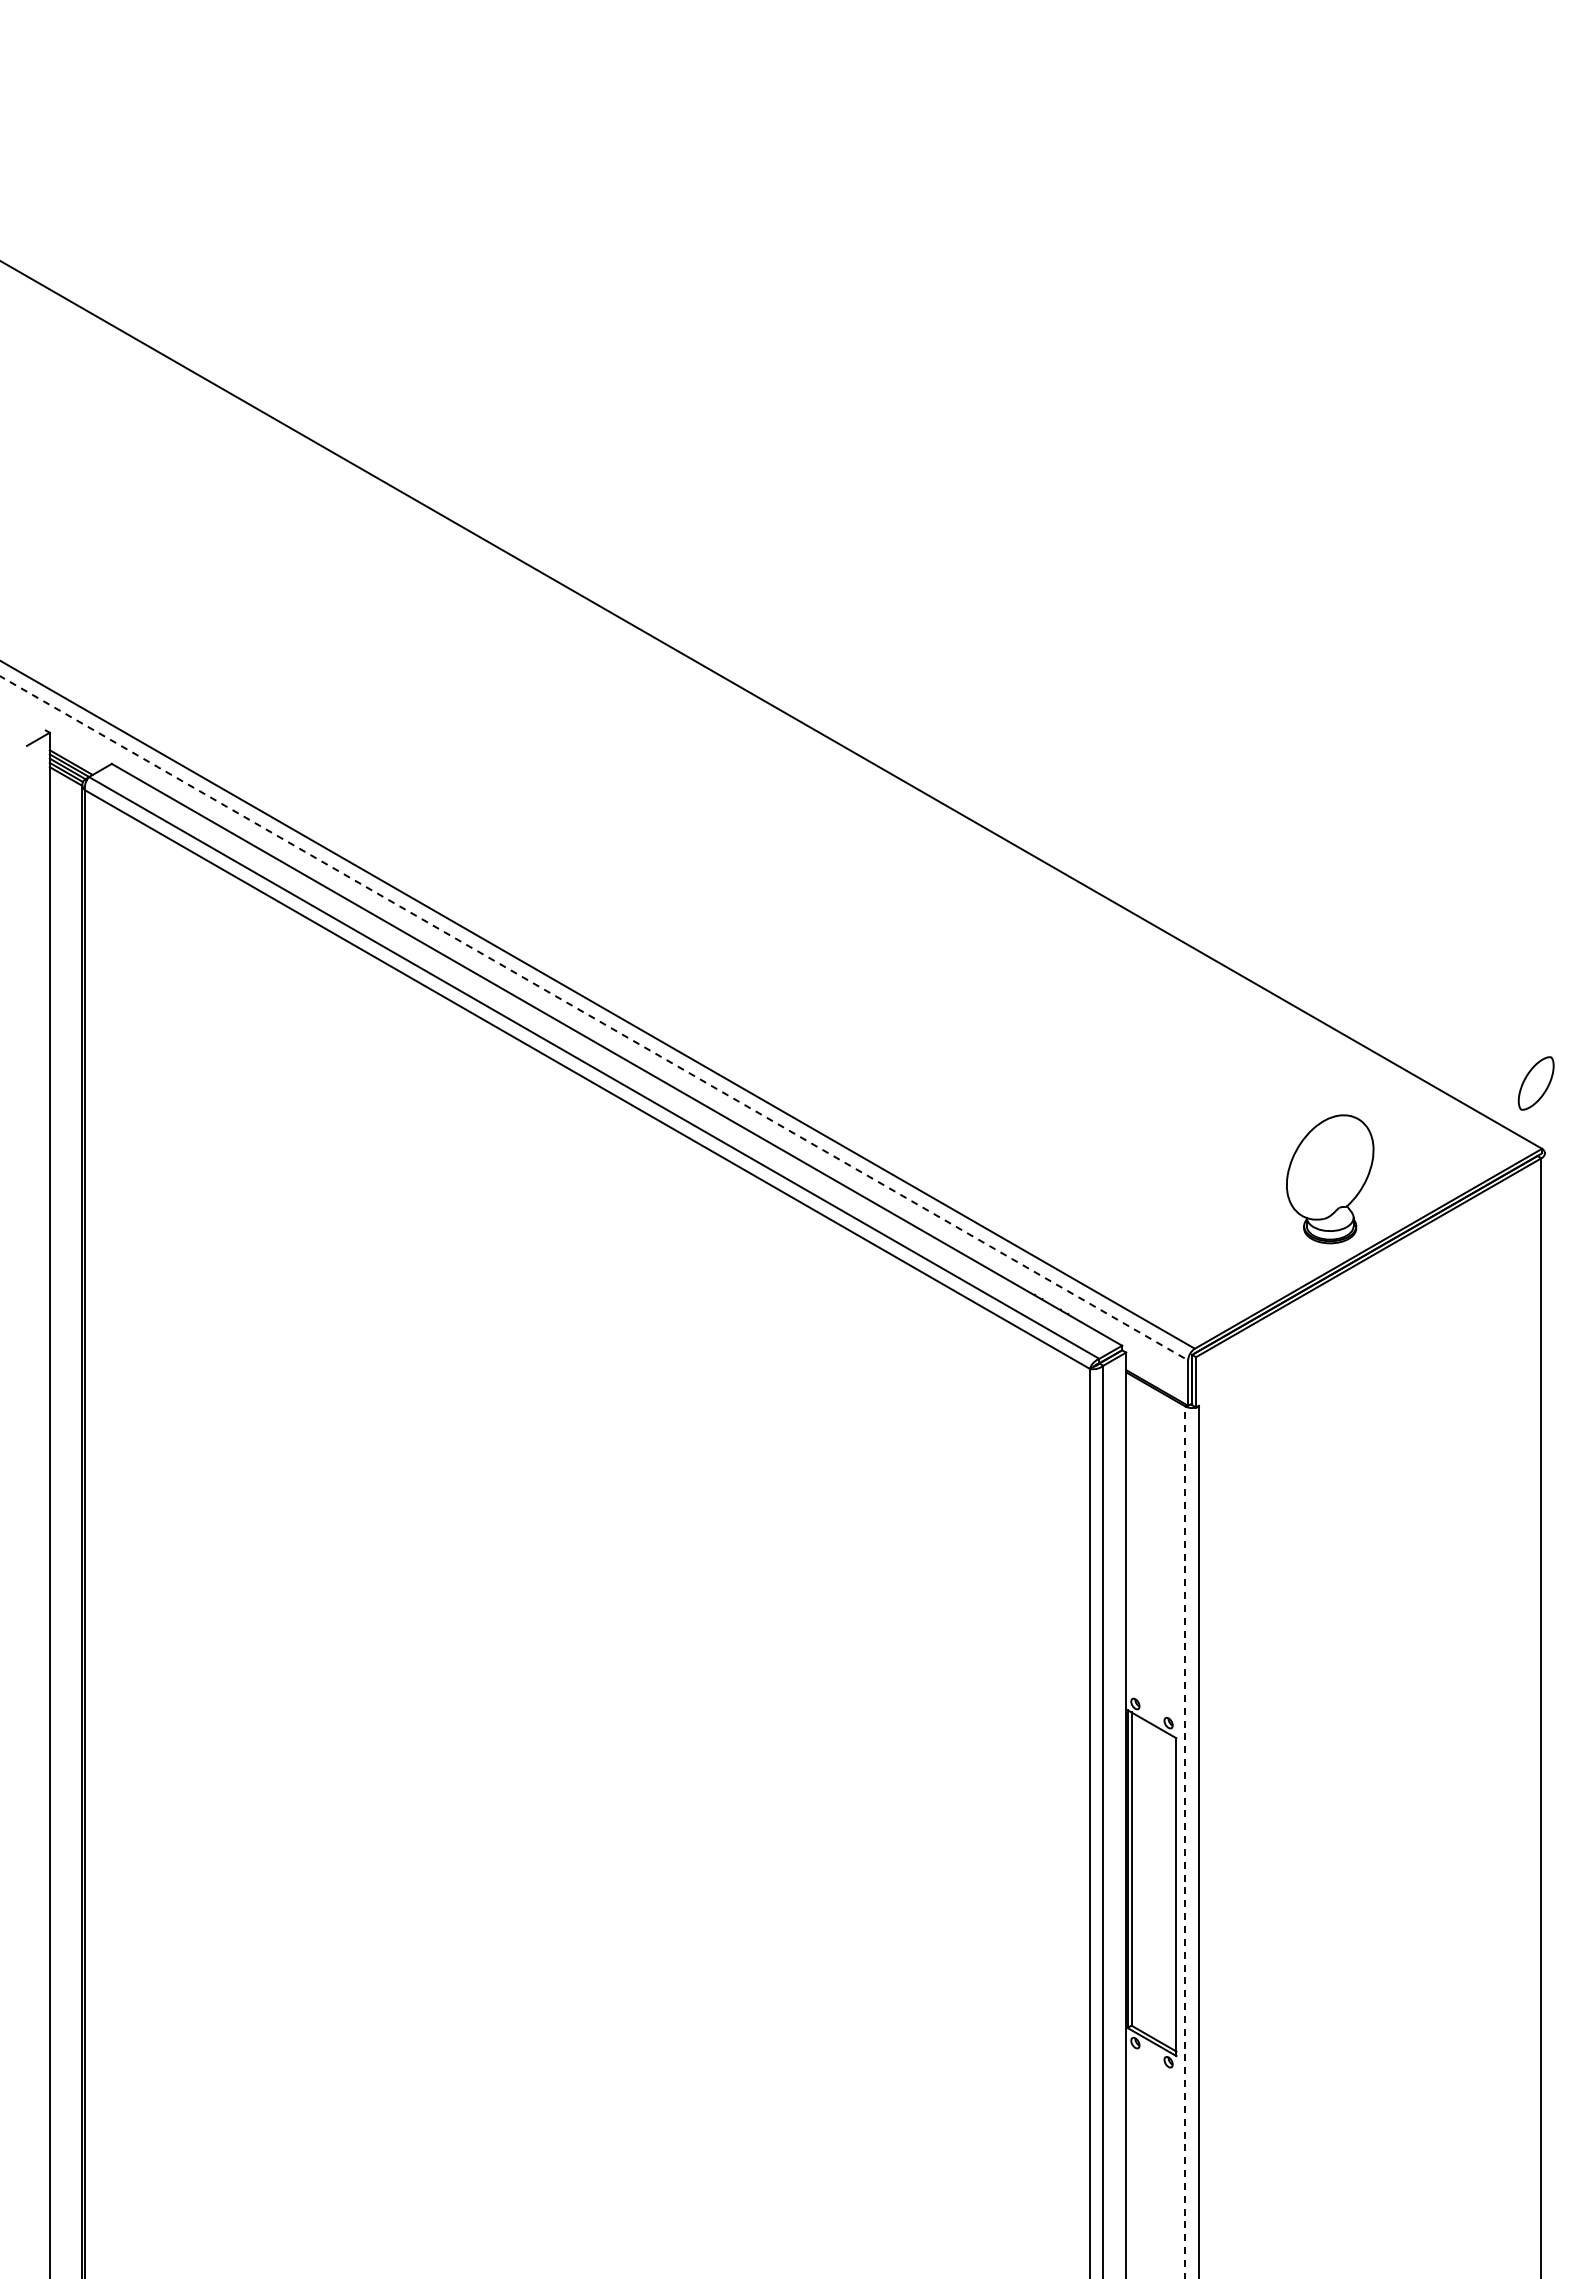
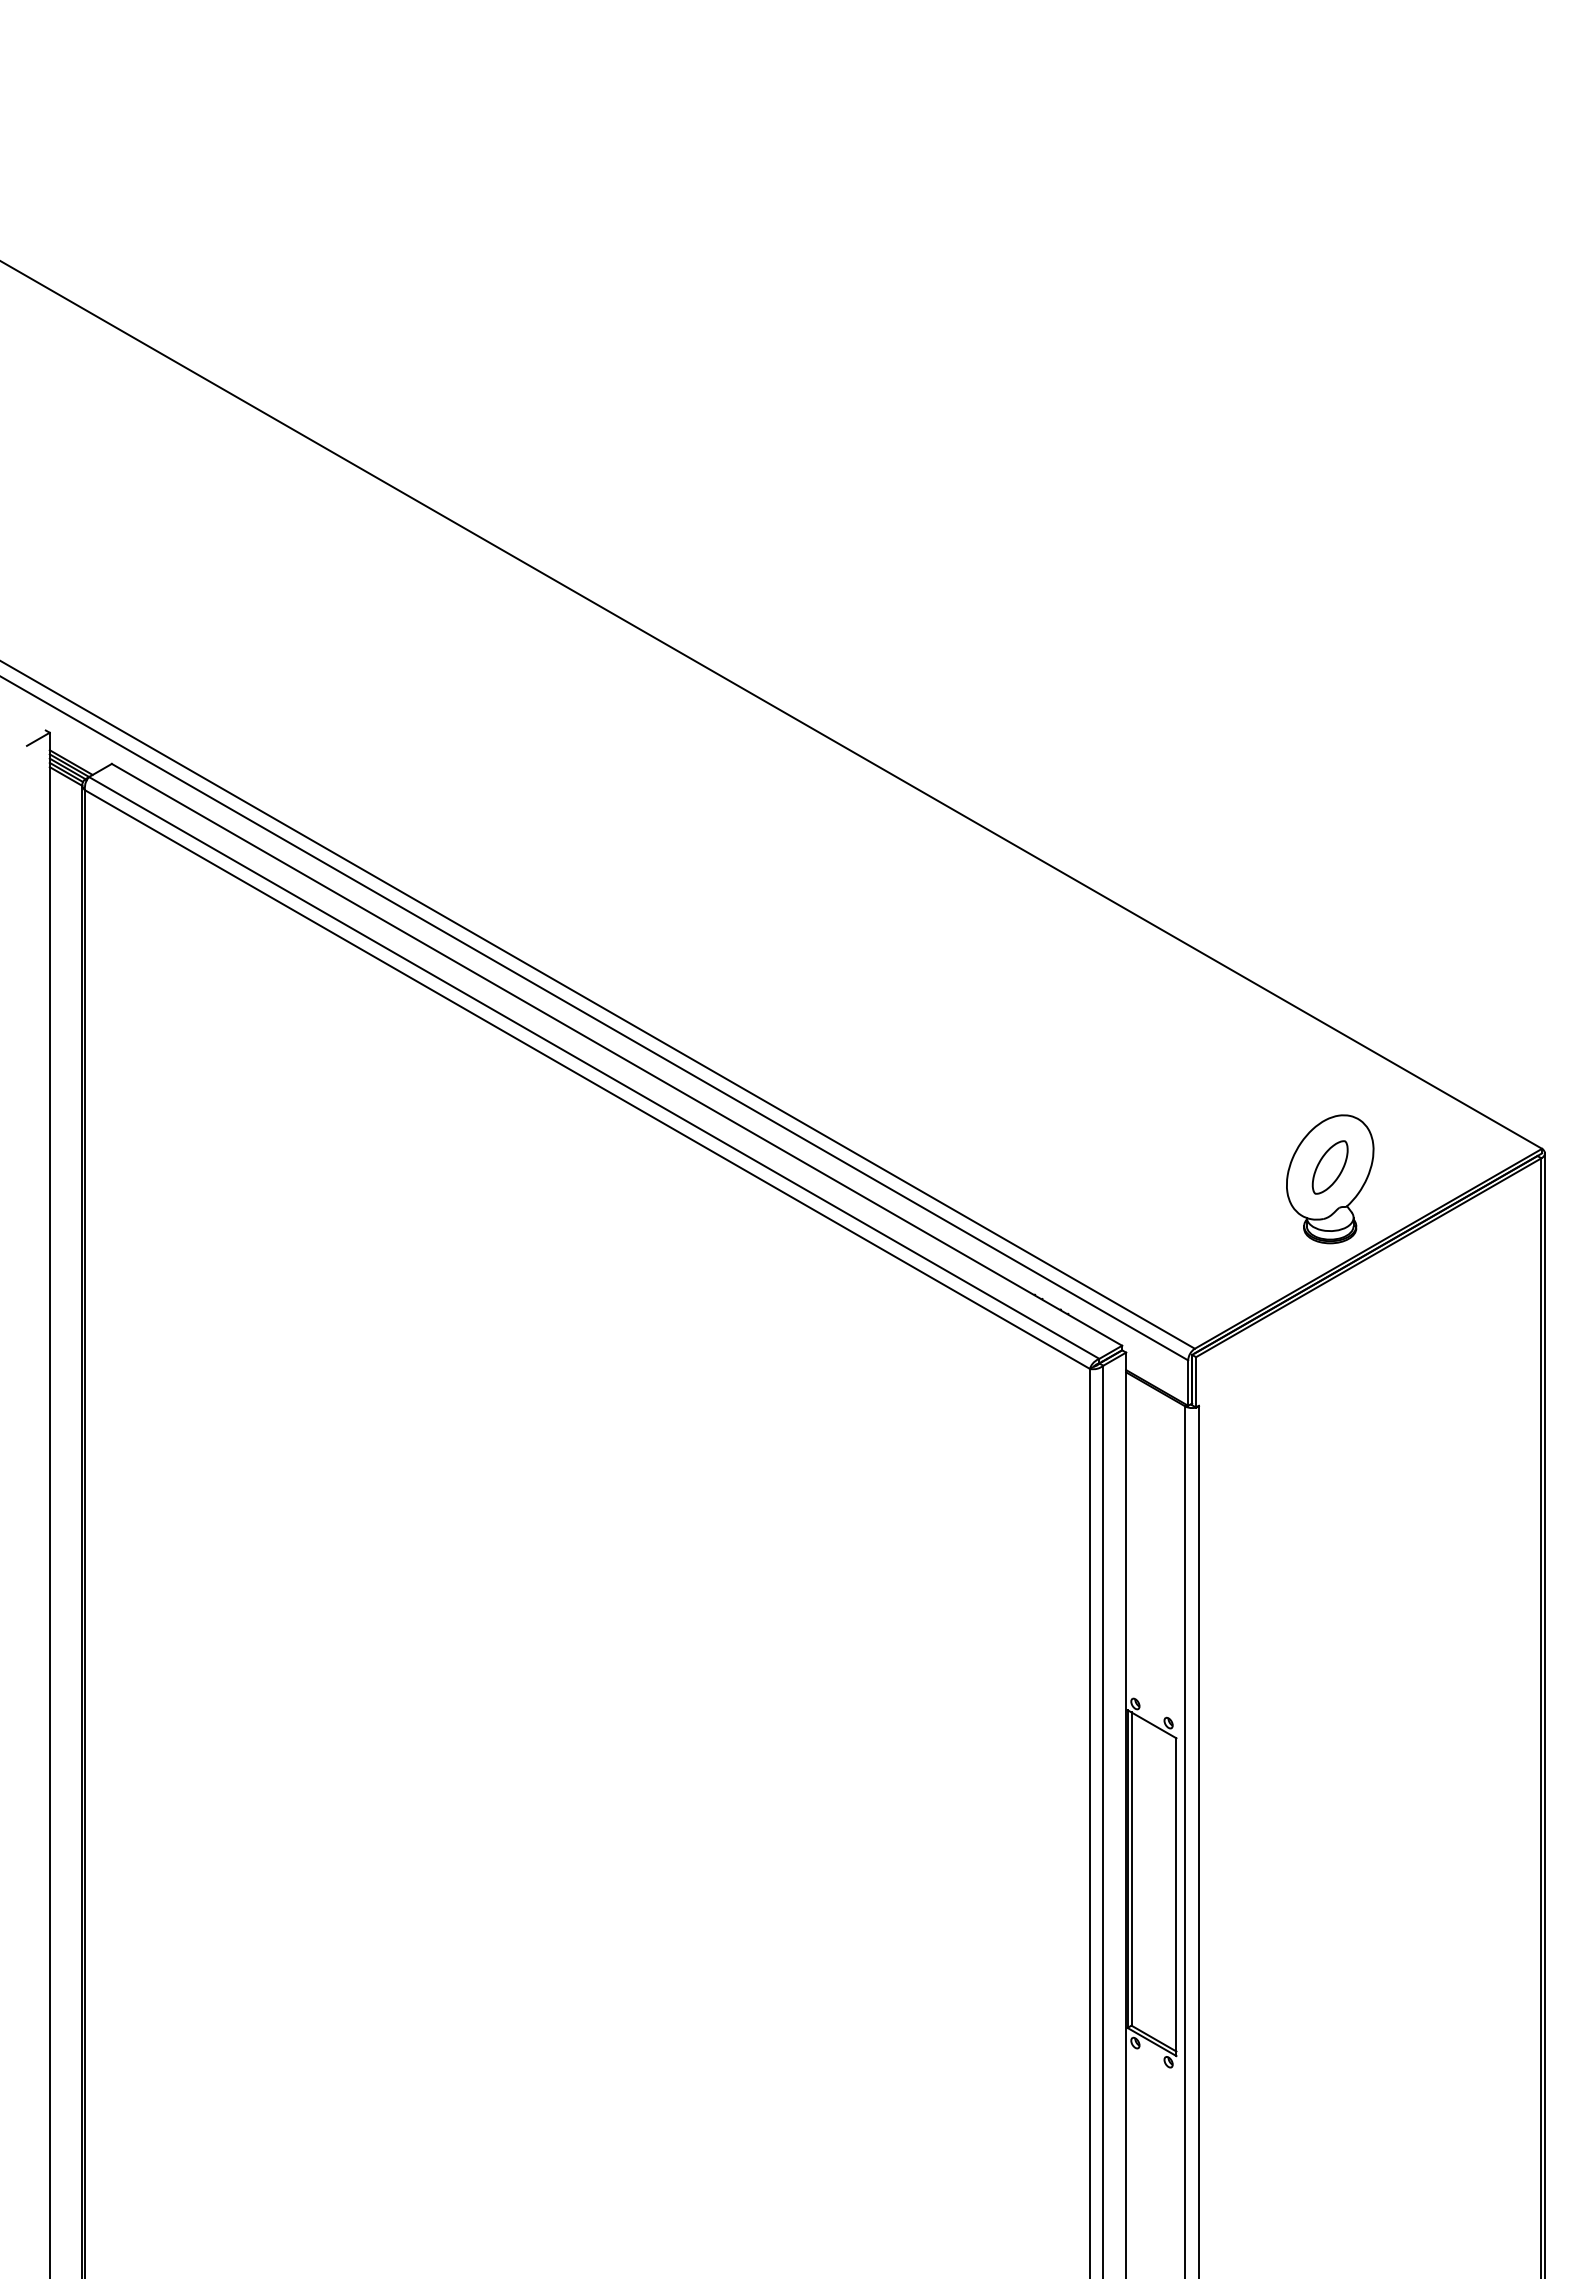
line at (594, 1018): dashed -> solid
part at (1535, 1083) position: (1535, 1083) -> (1329, 1167)
line at (1544, 1714): none -> present
line at (1185, 1842): dashed -> solid
